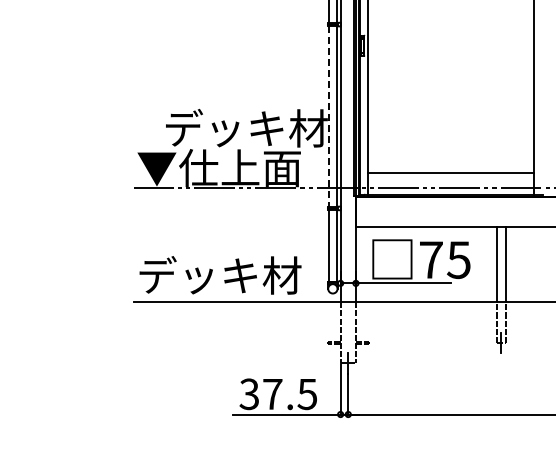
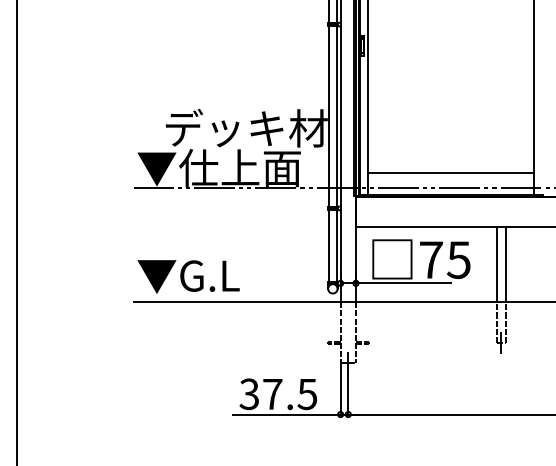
line at (328, 116): dashed -> solid
line at (16, 232): none -> present
text at (219, 275): デッキ材 -> ▼G.L
